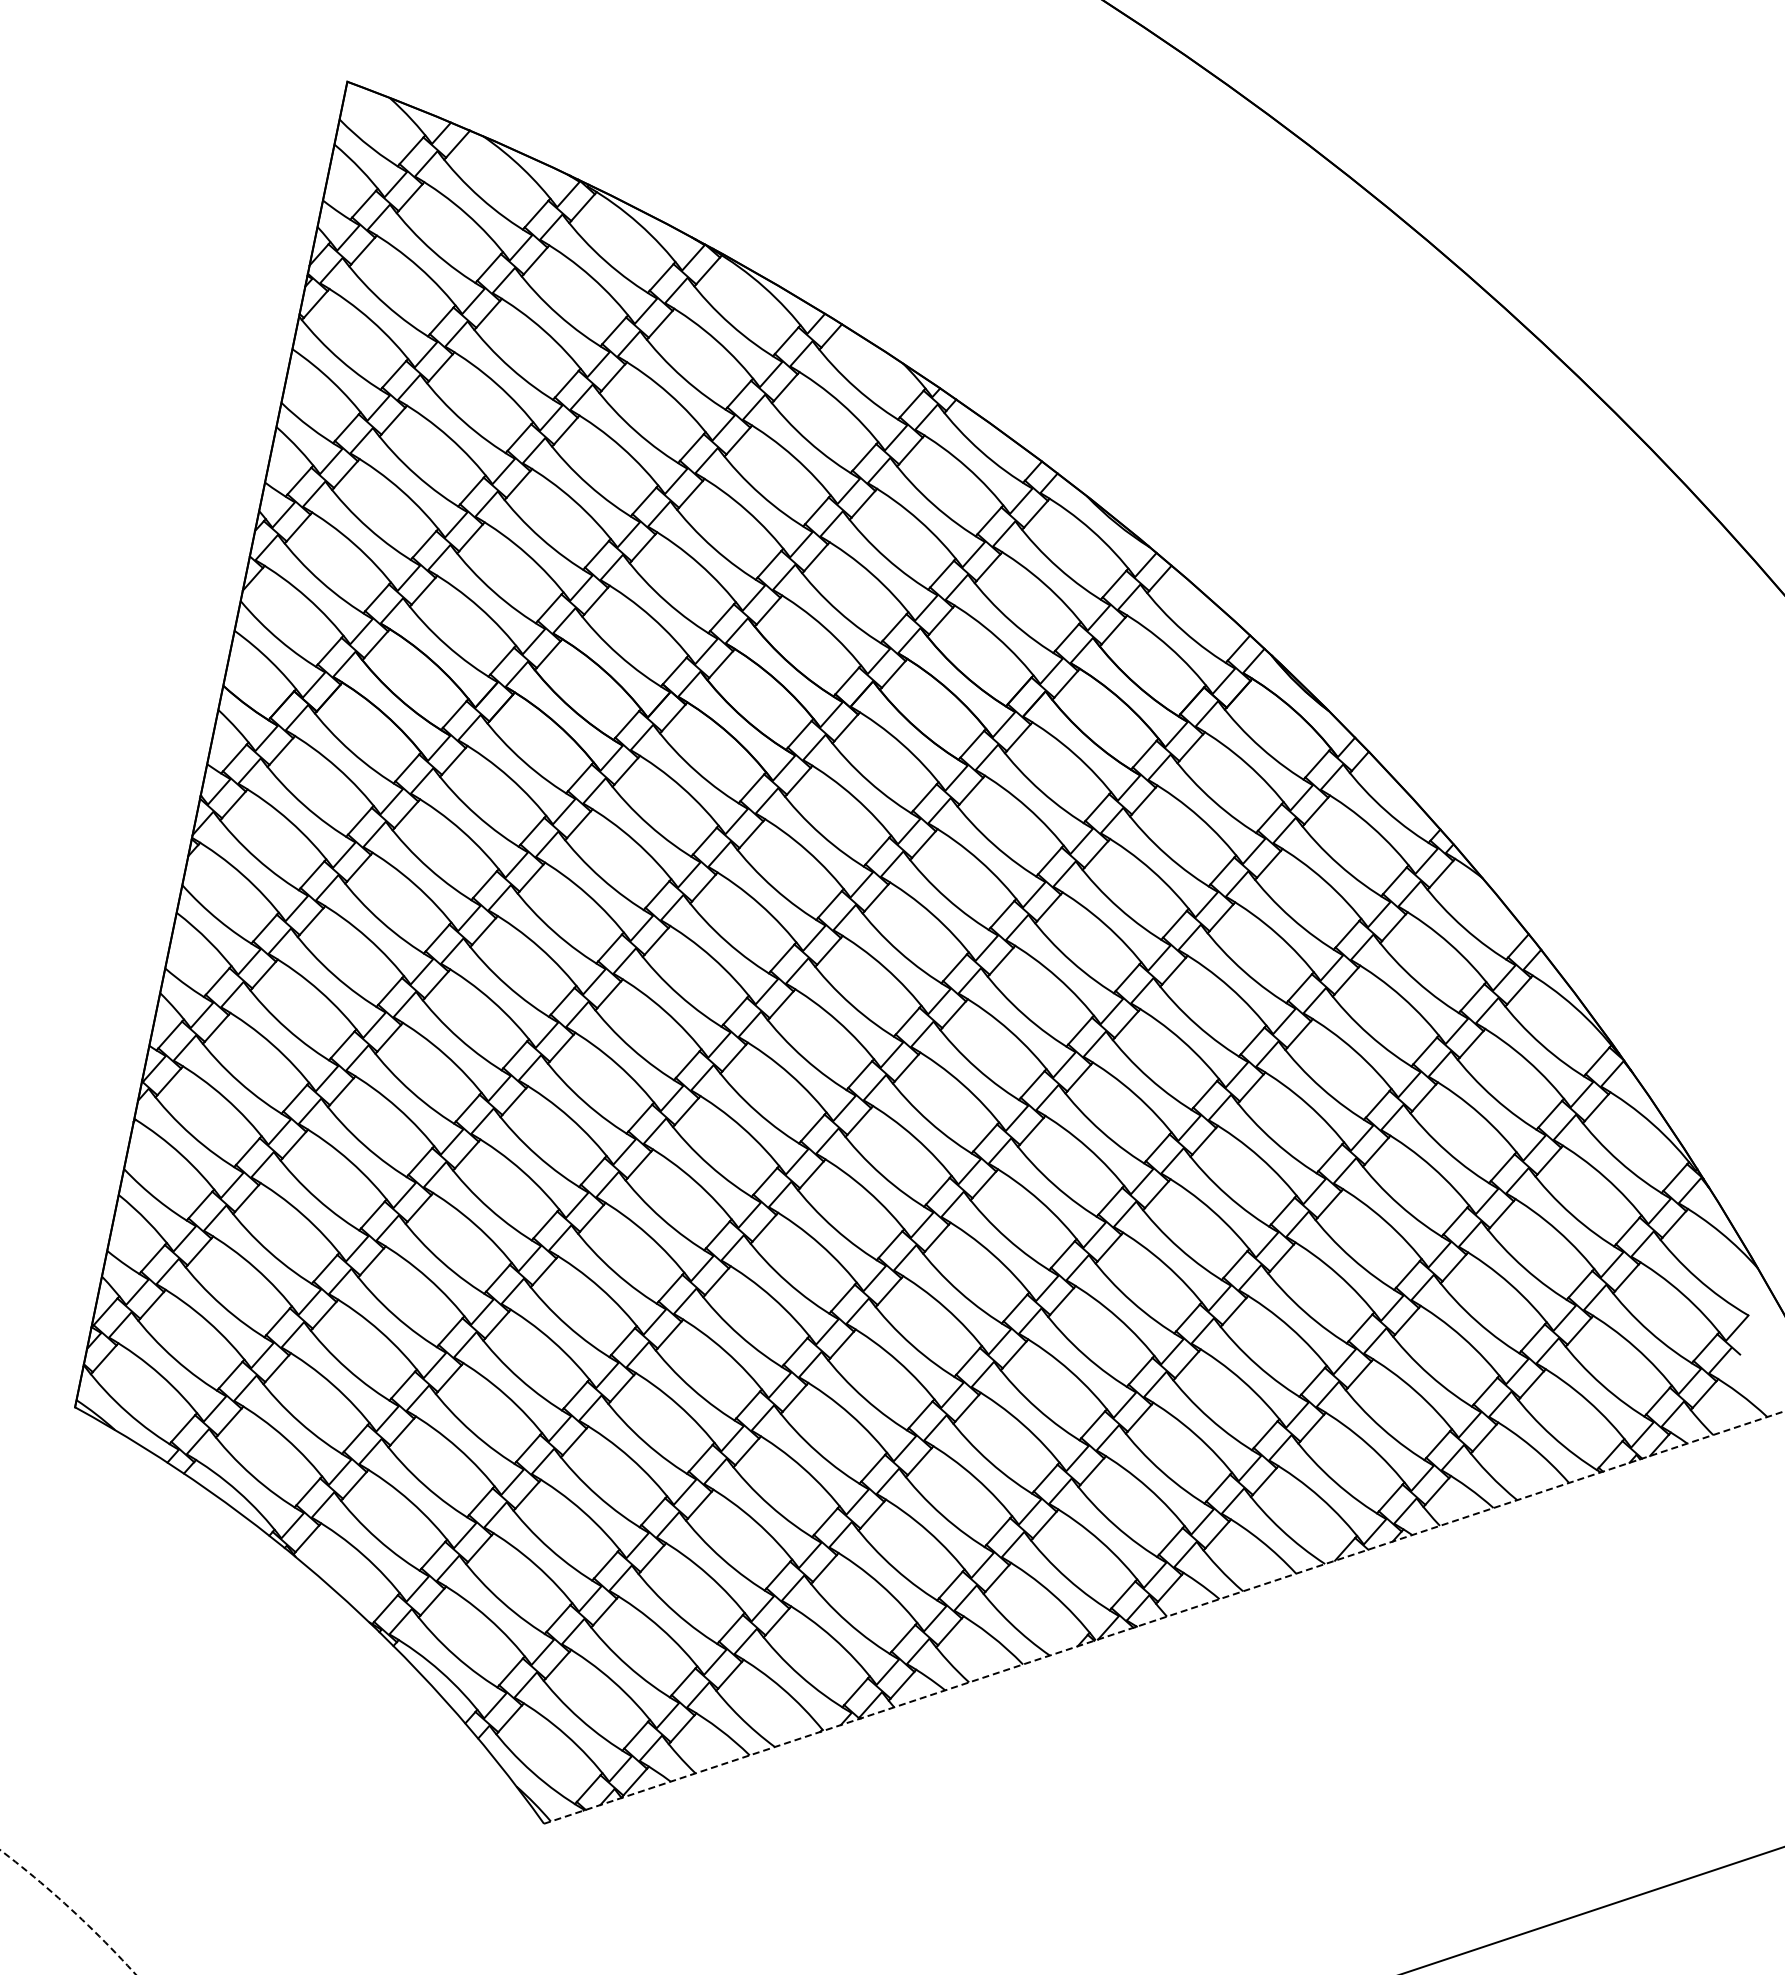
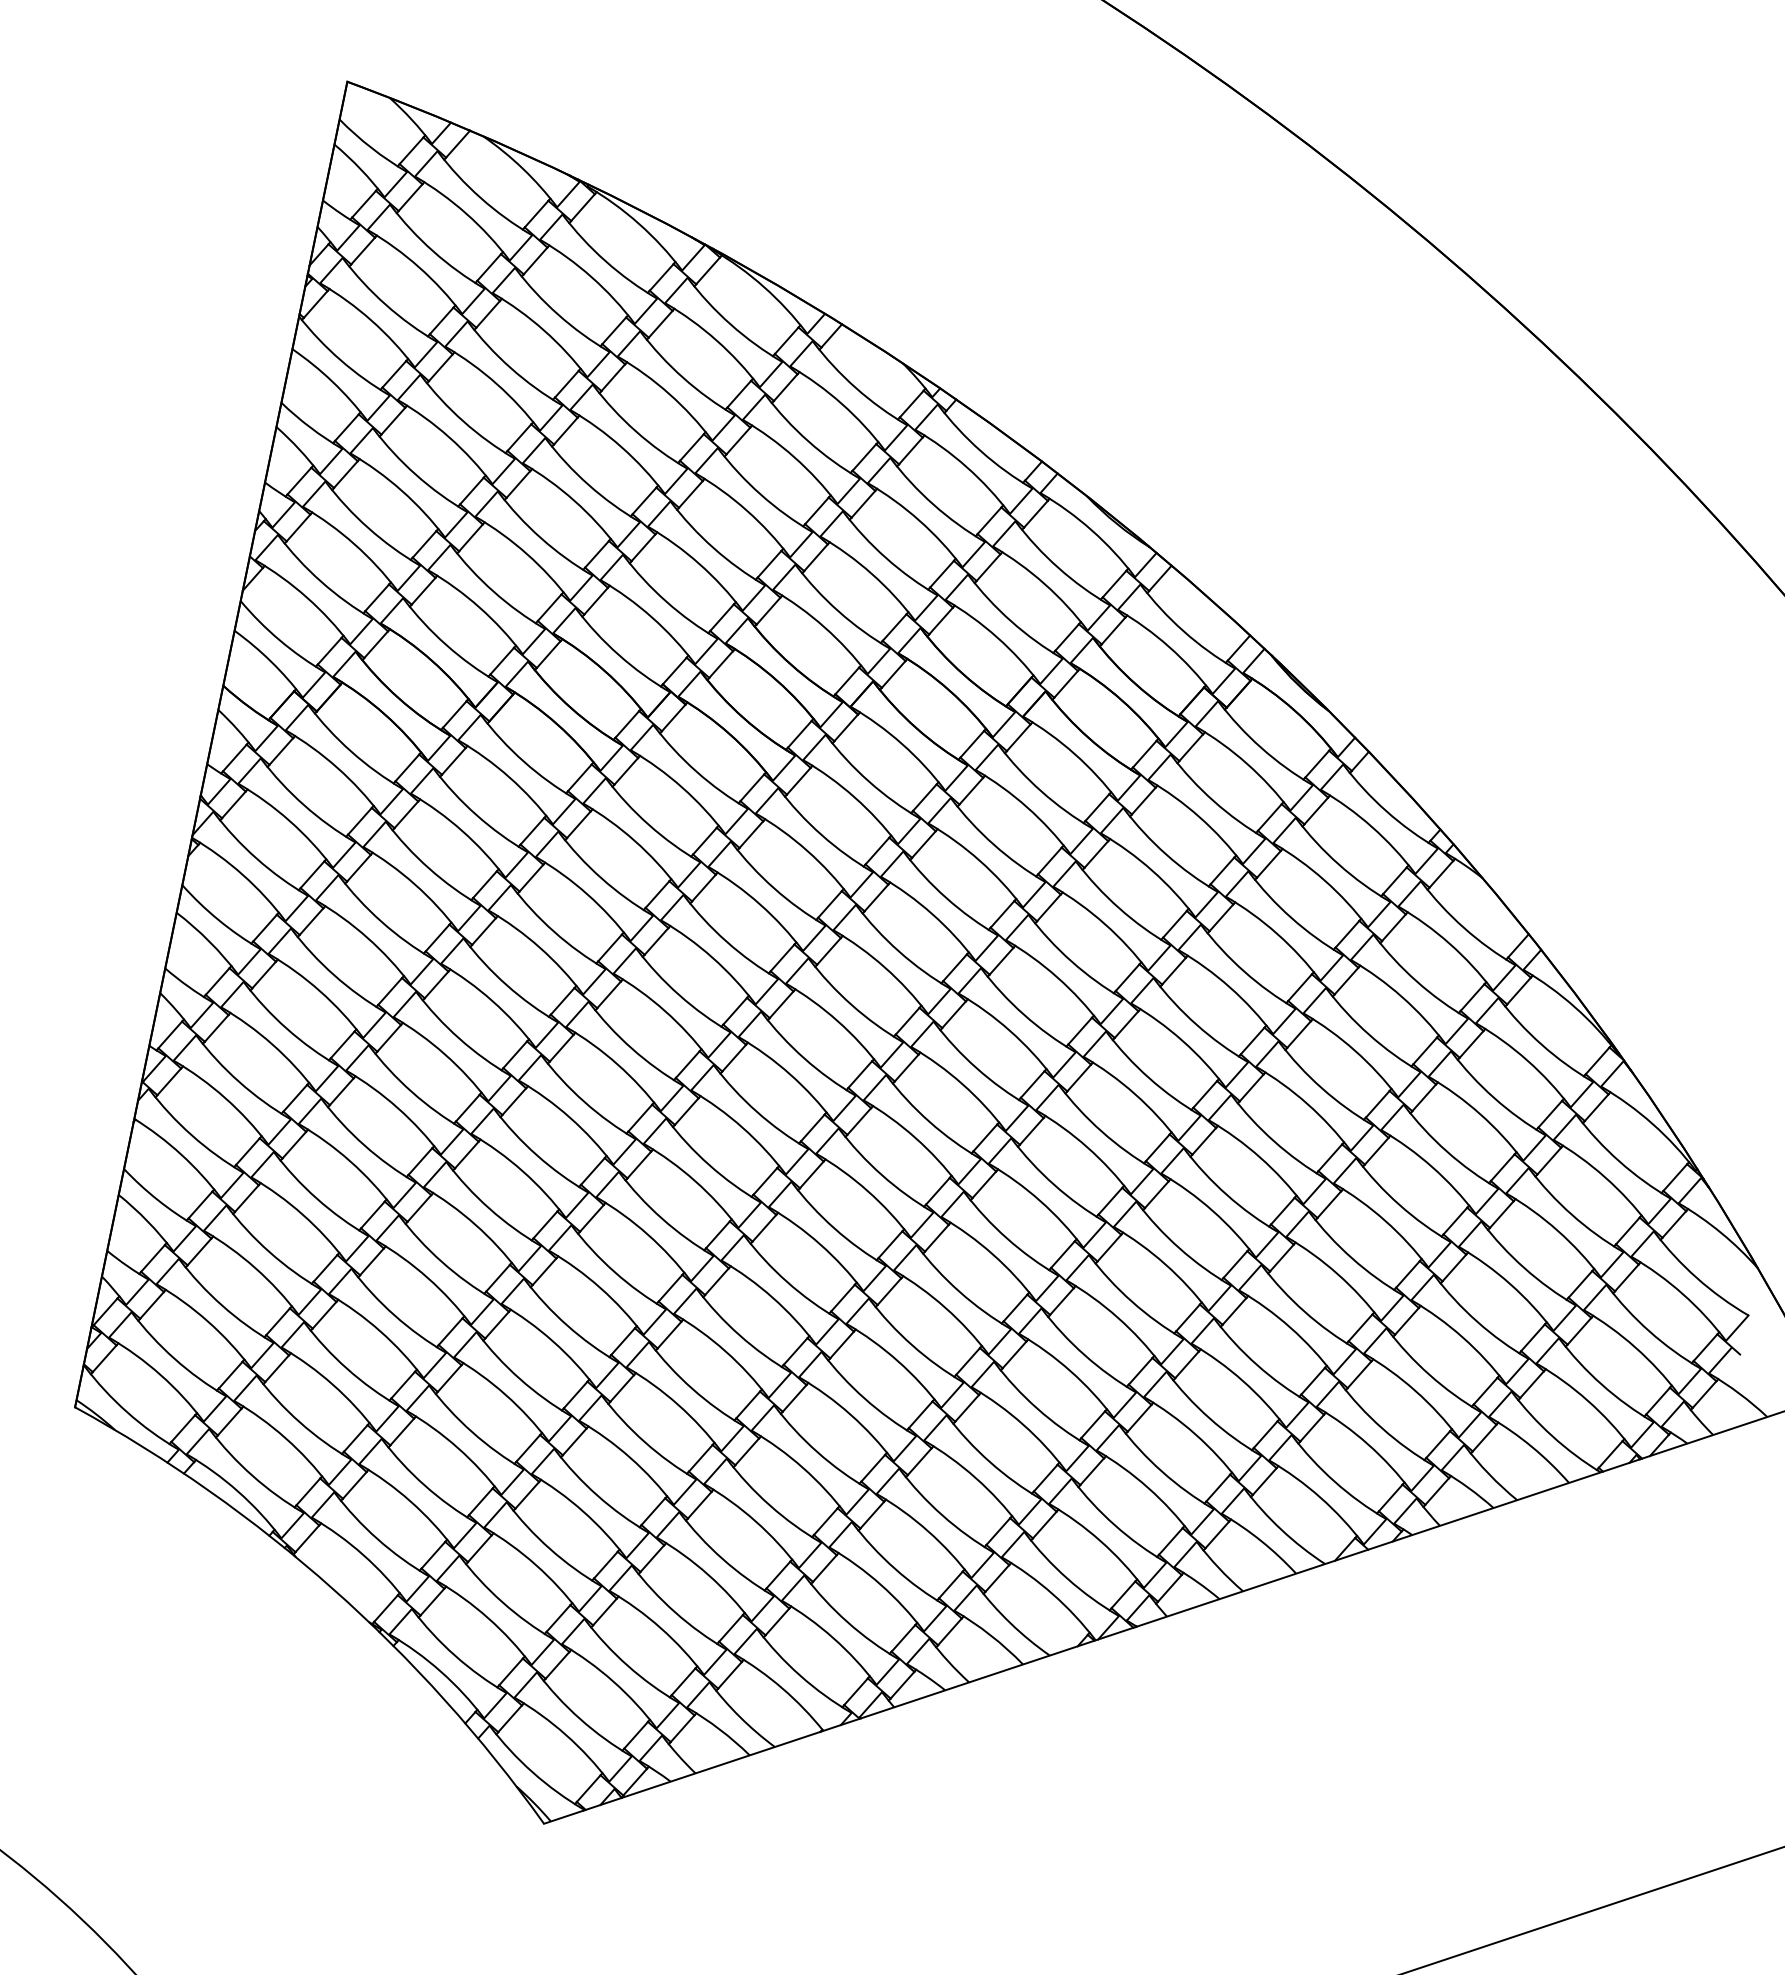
line at (1164, 1617): dashed -> solid
arc at (70, 1909): dashed -> solid
